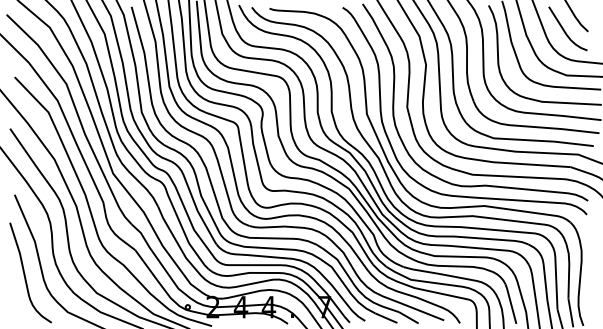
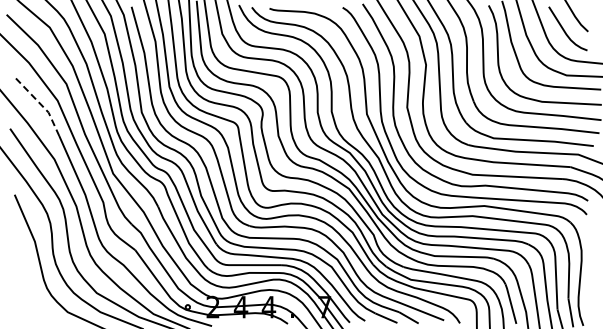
line at (40, 104): solid -> dashed
curve at (25, 273): present -> none
